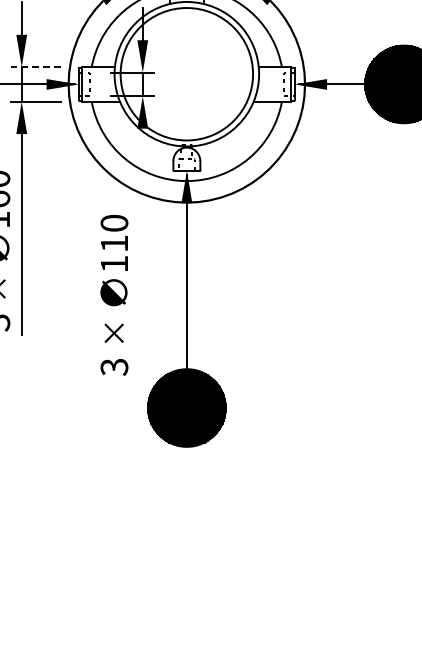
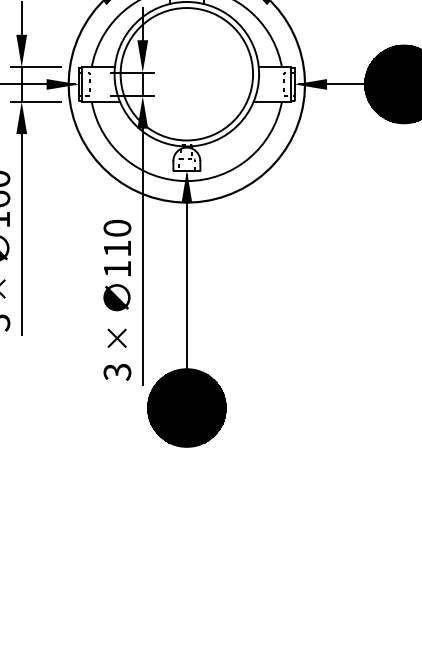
line at (35, 67): dashed -> solid
line at (142, 256): none -> present
text at (114, 294) position: (114, 294) -> (117, 299)
